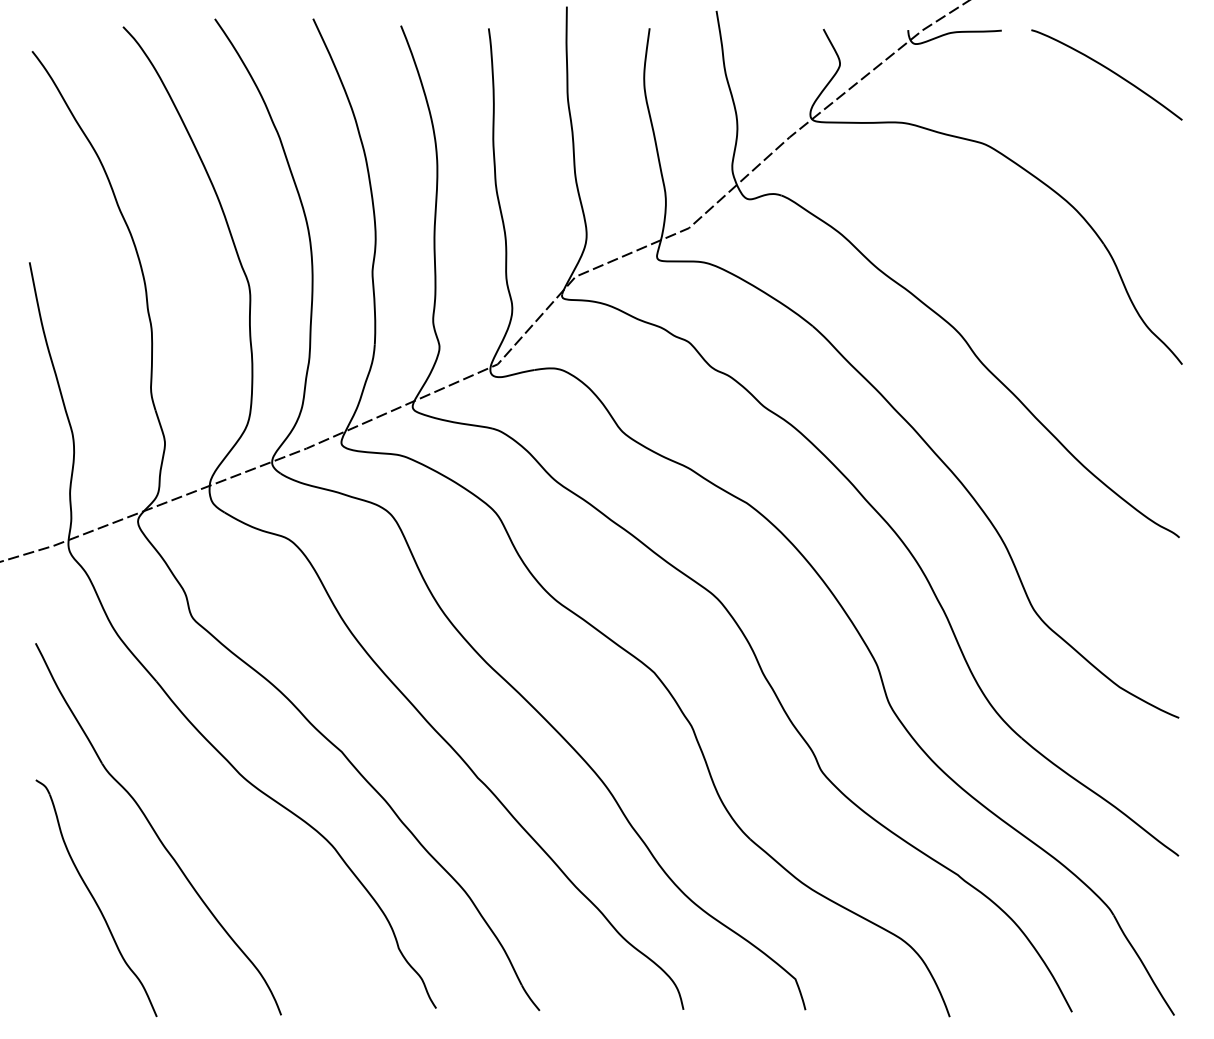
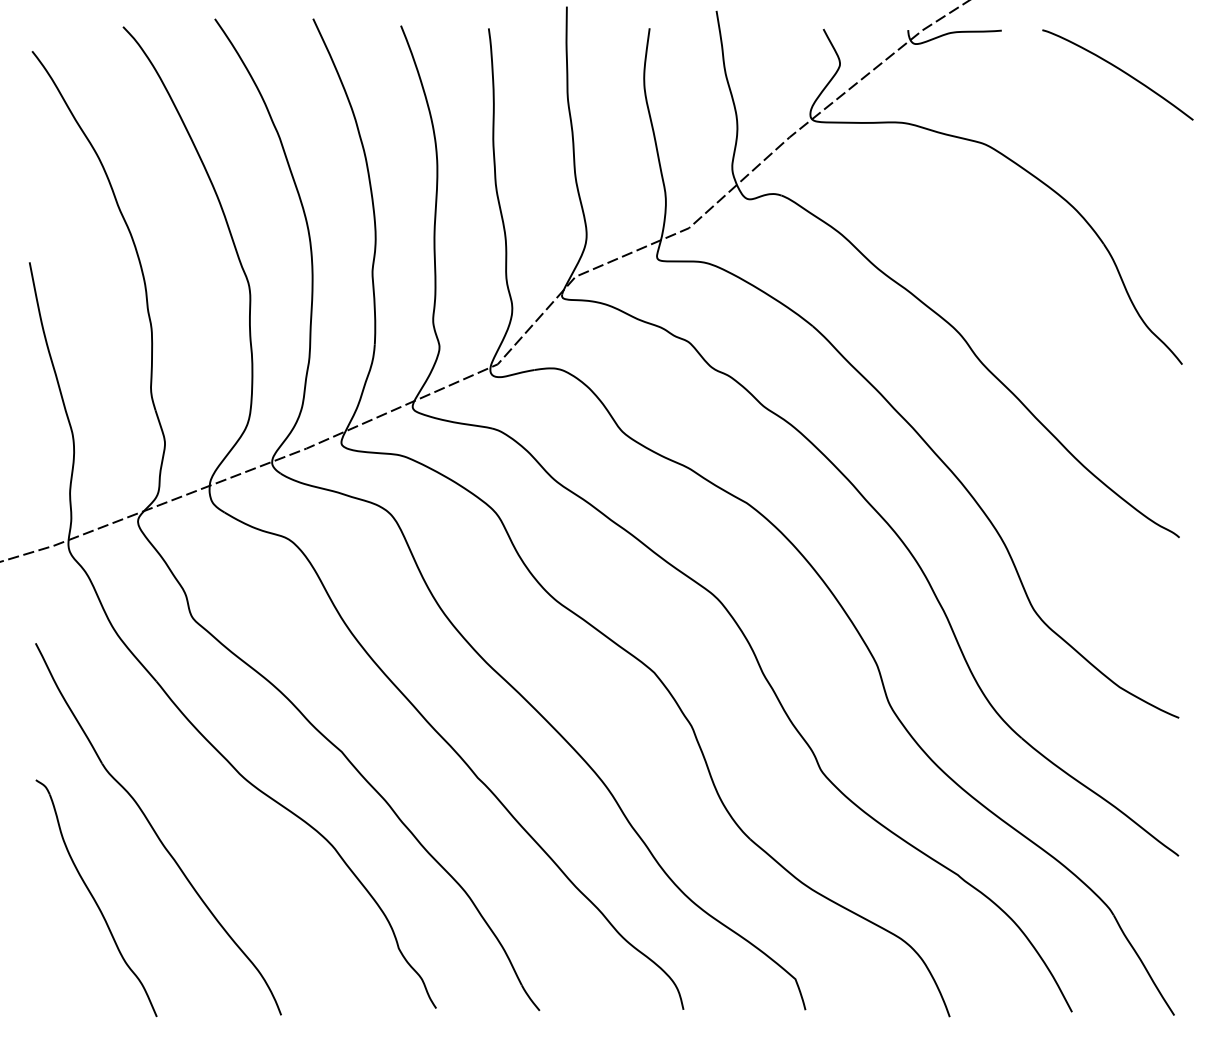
curve at (1108, 70) position: (1108, 70) -> (1119, 70)
